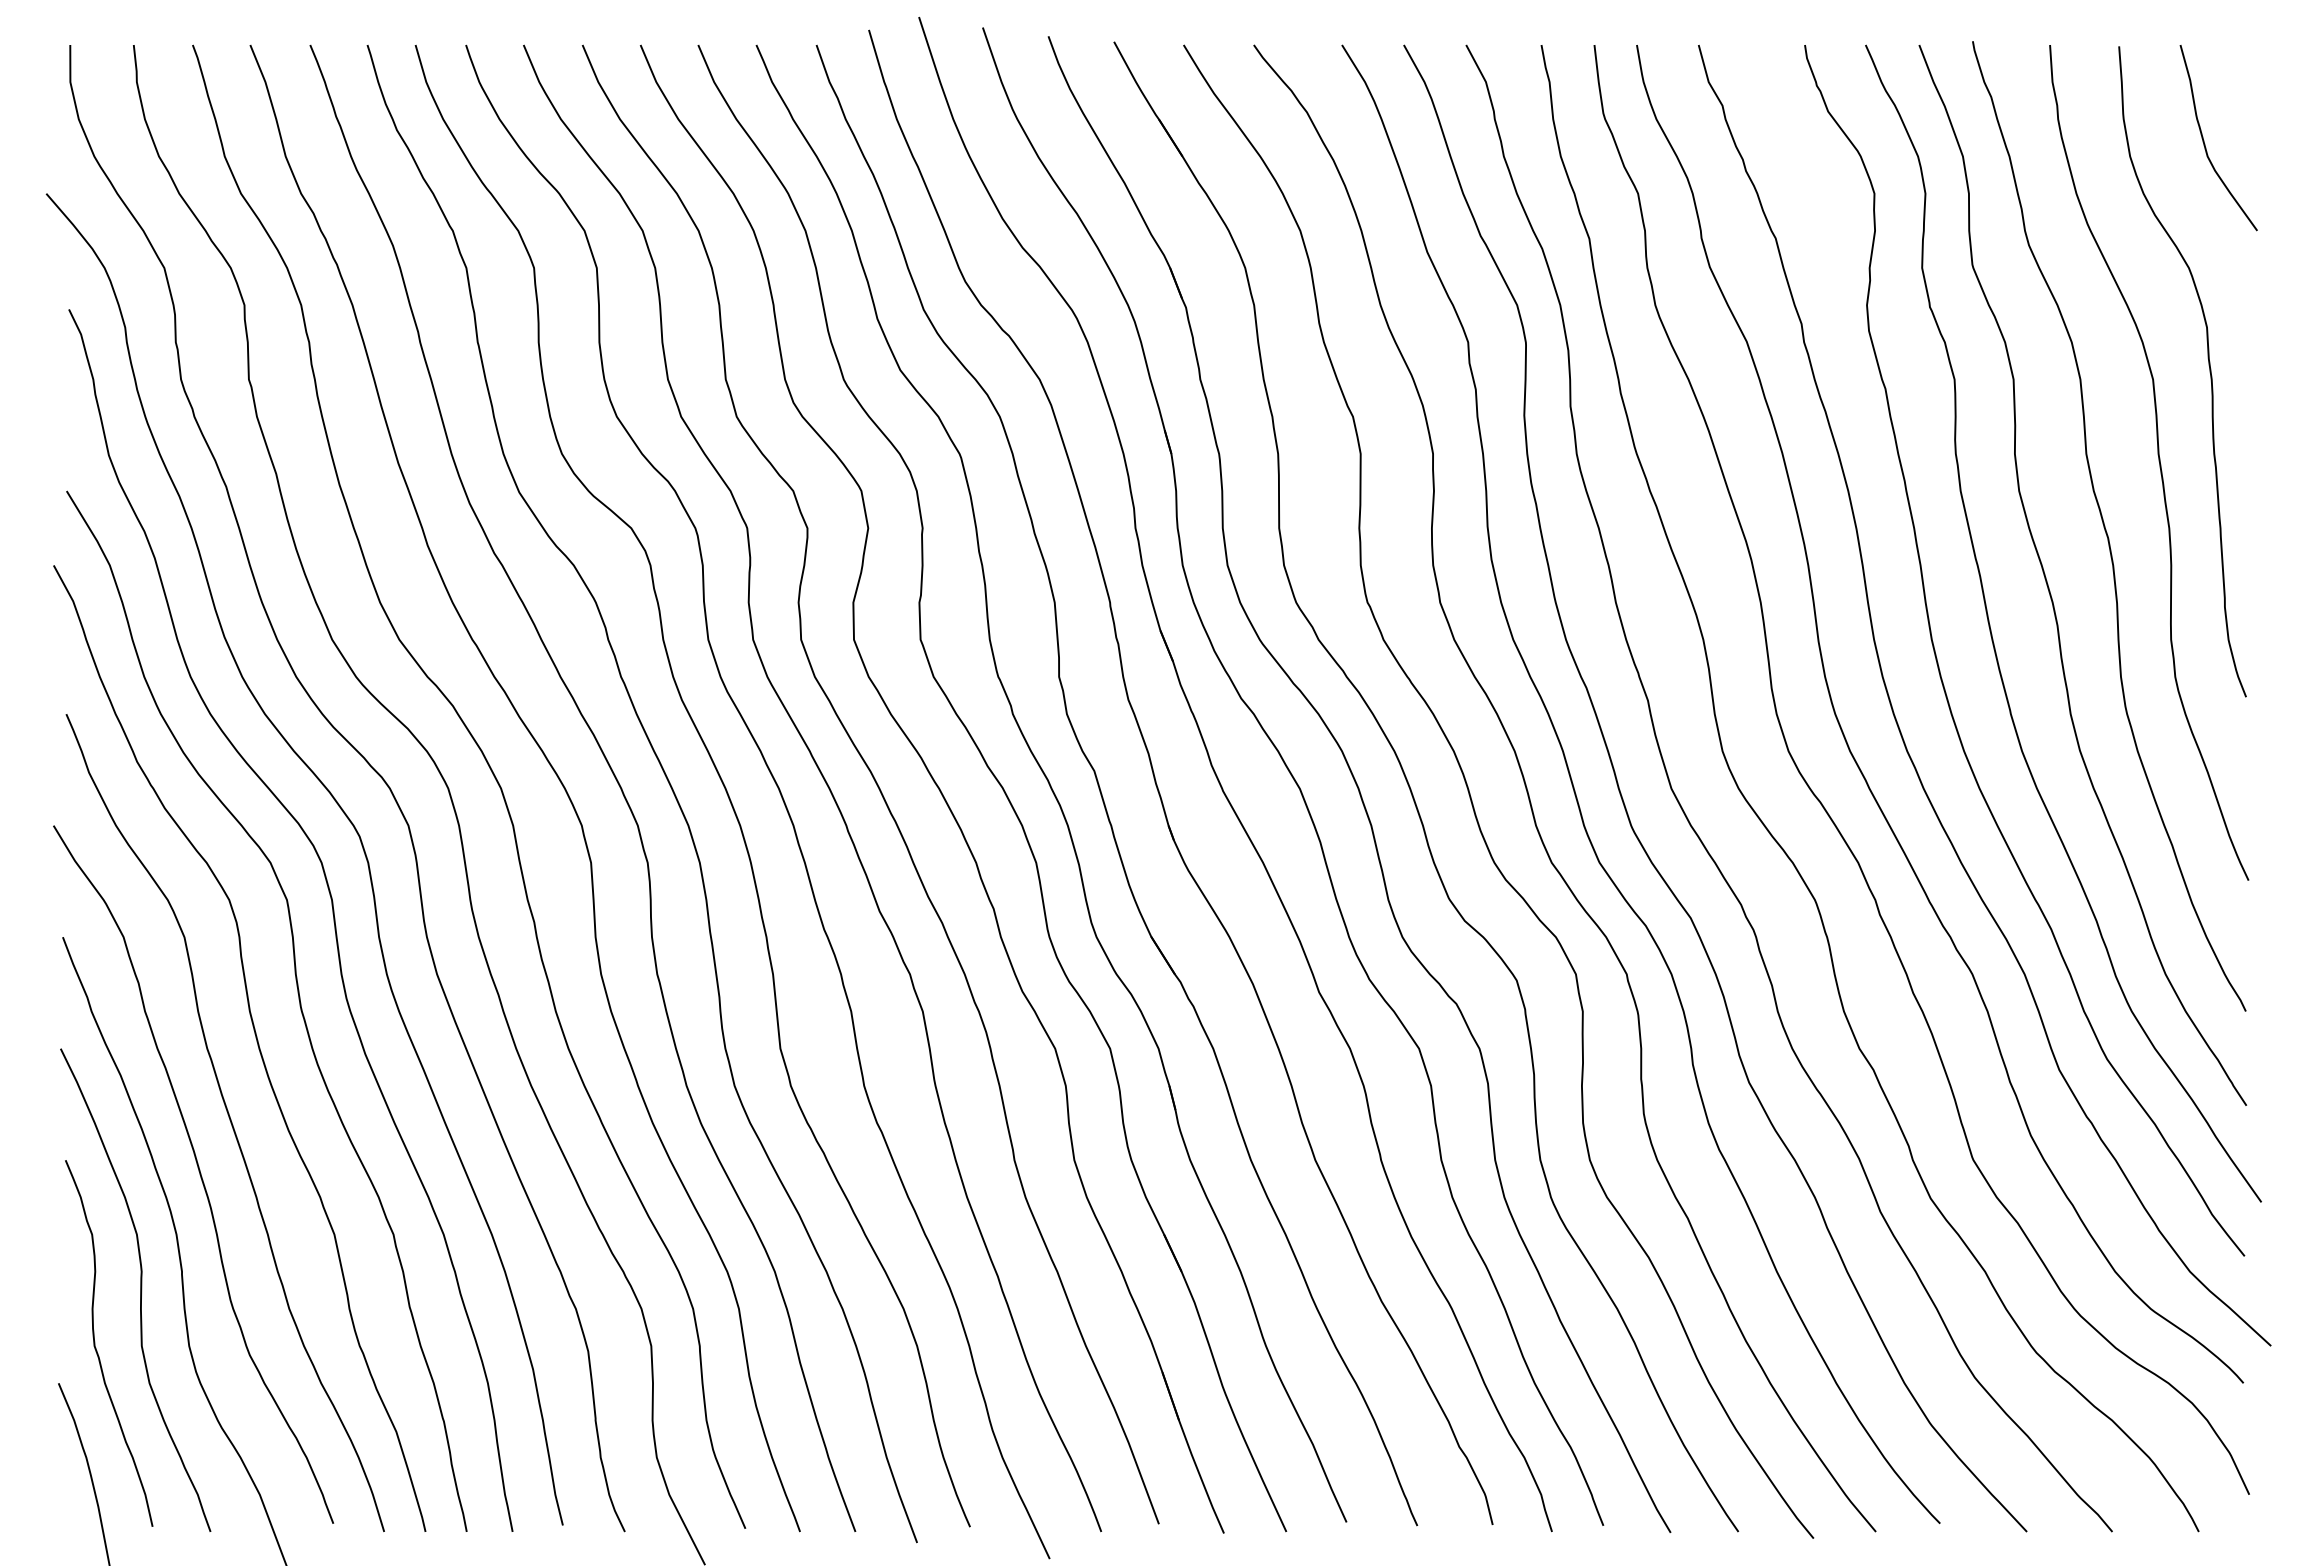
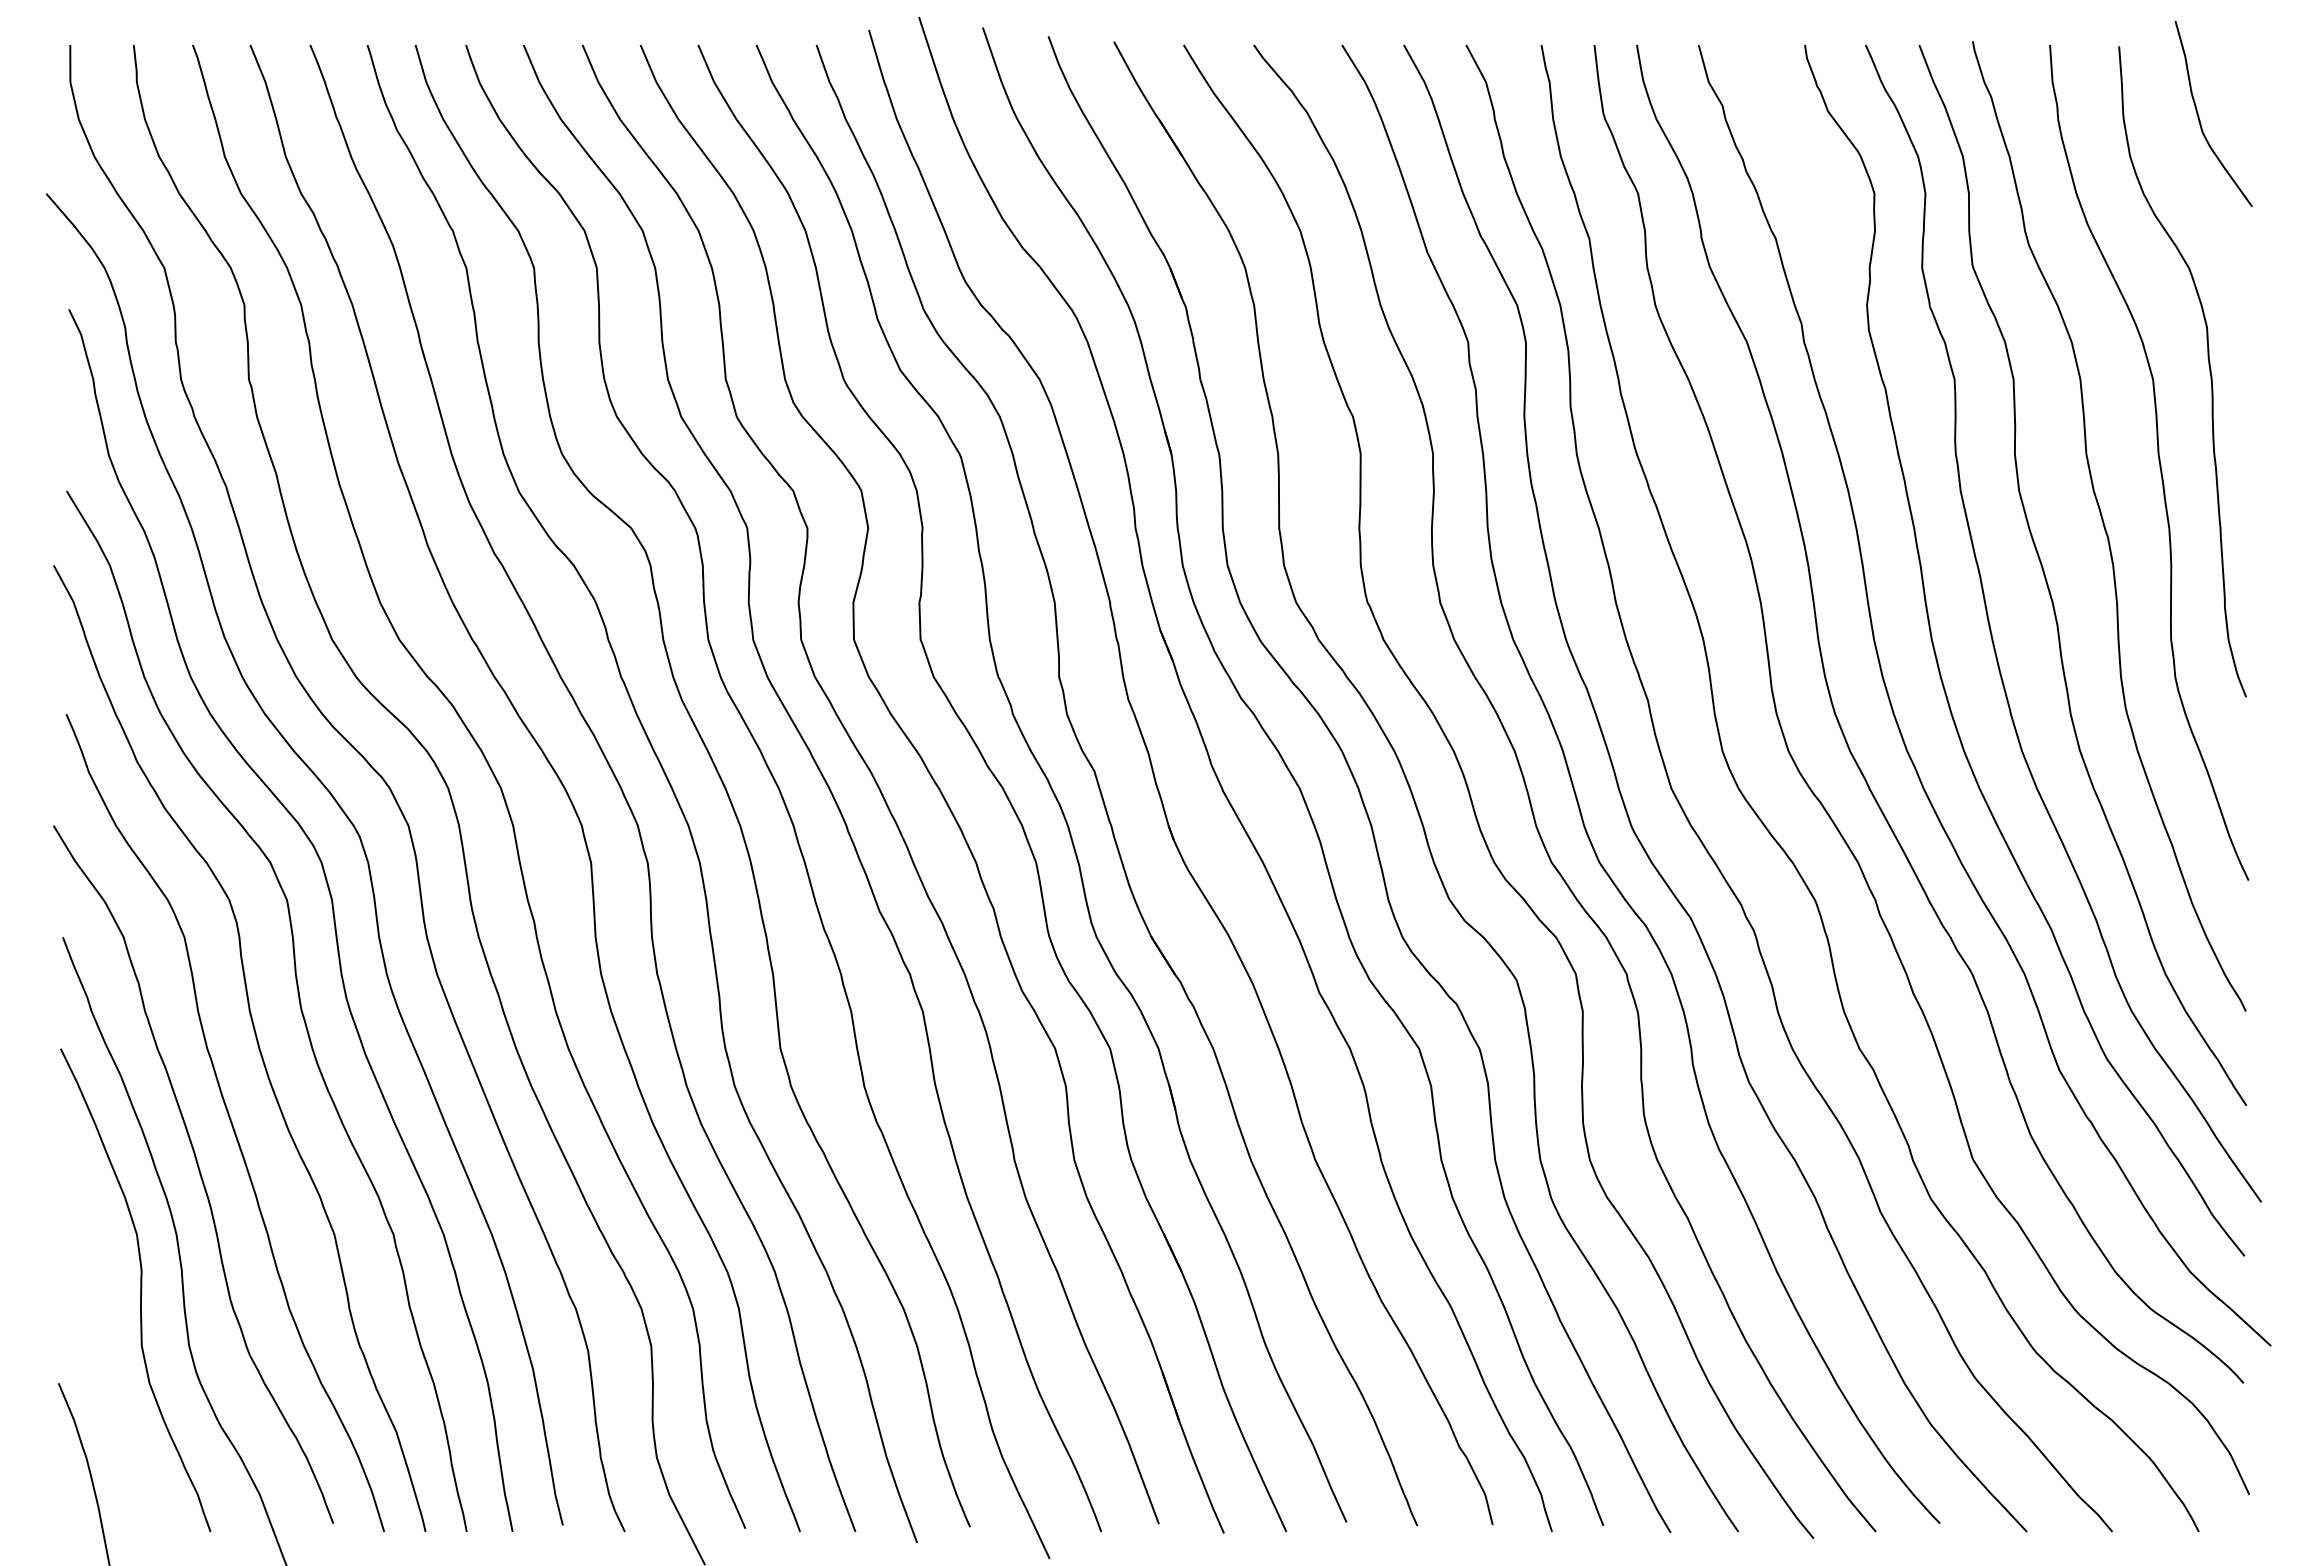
curve at (2204, 140) position: (2204, 140) -> (2199, 116)
curve at (96, 1347): present -> none
